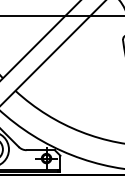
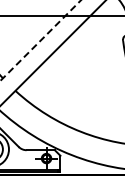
line at (40, 40): solid -> dashed
